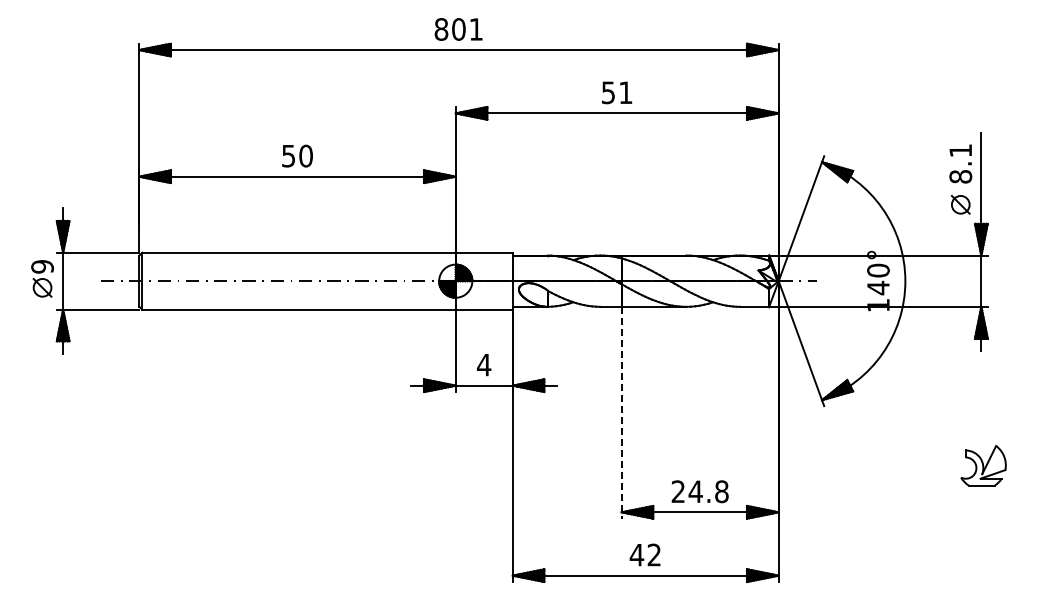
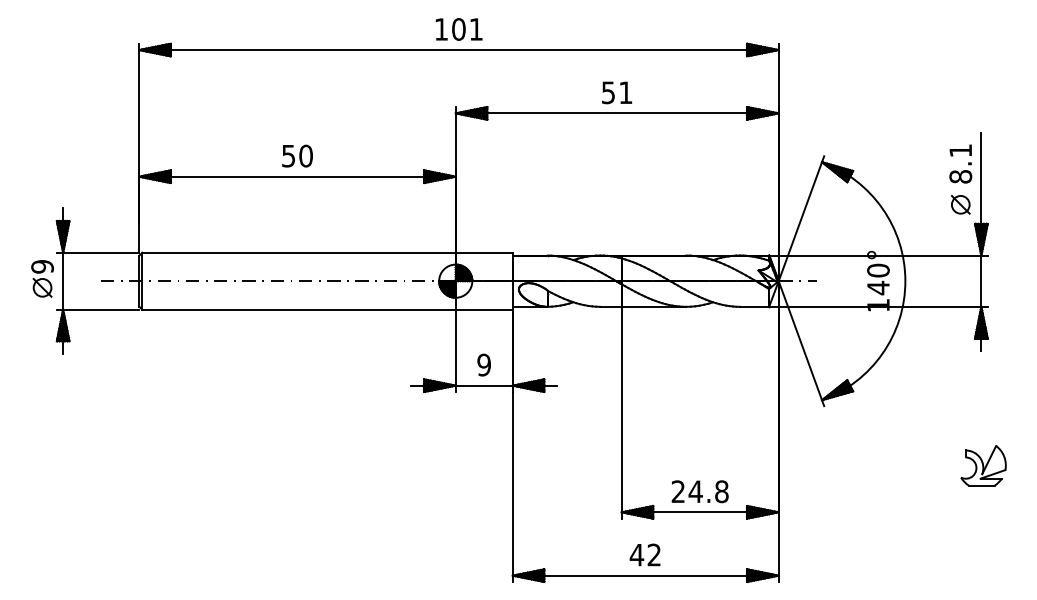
text at (441, 29): 801 -> 101
text at (484, 364): 4 -> 9
line at (621, 412): dashed -> solid
